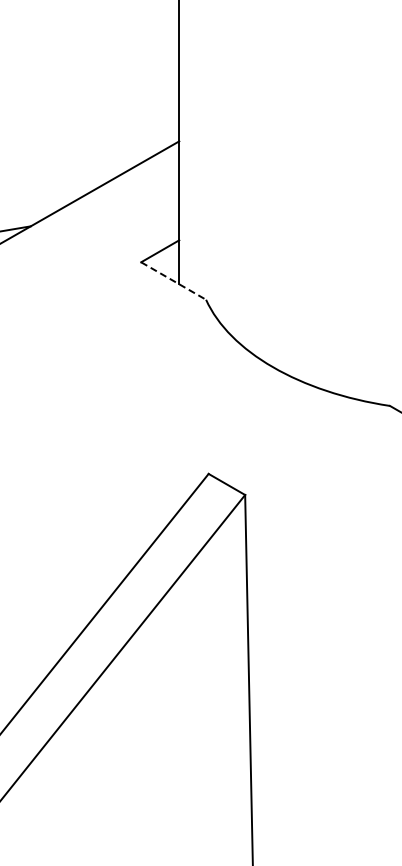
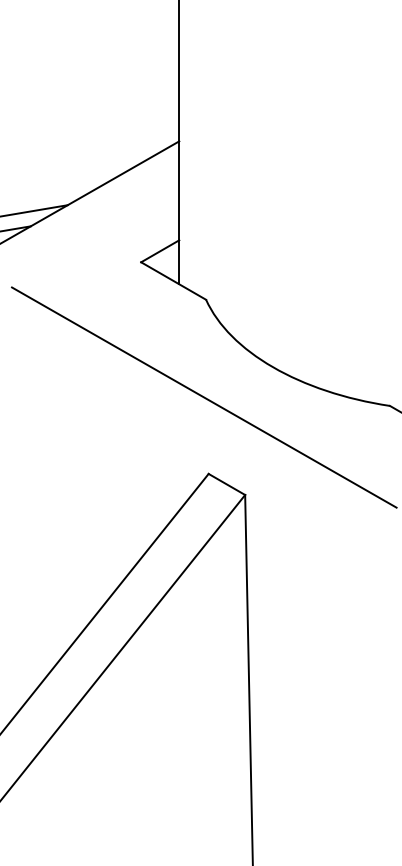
line at (34, 210): none -> present
line at (174, 281): dashed -> solid
line at (204, 397): none -> present
